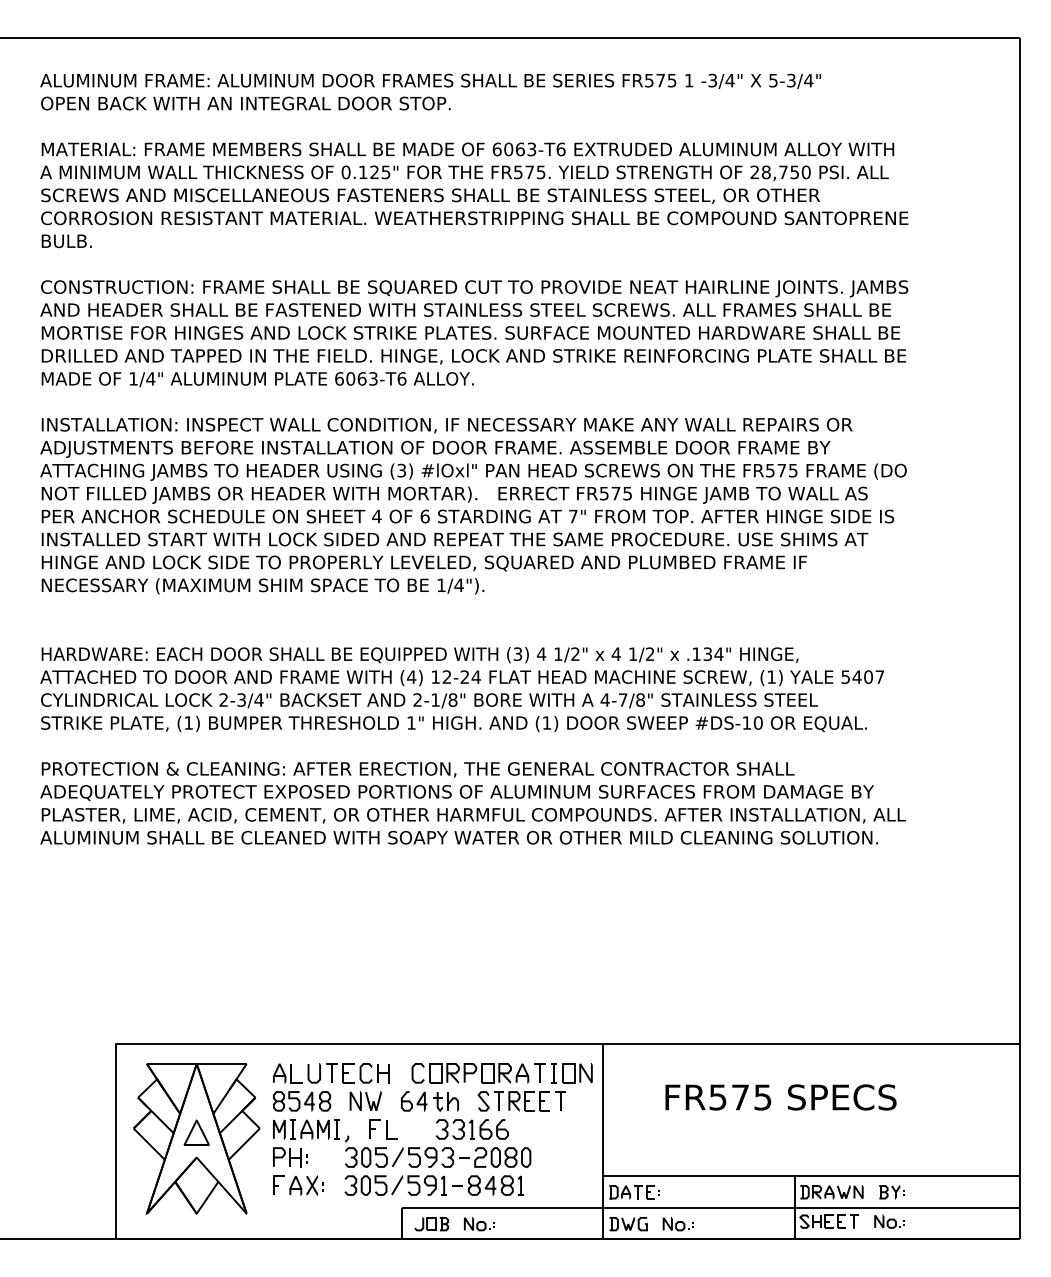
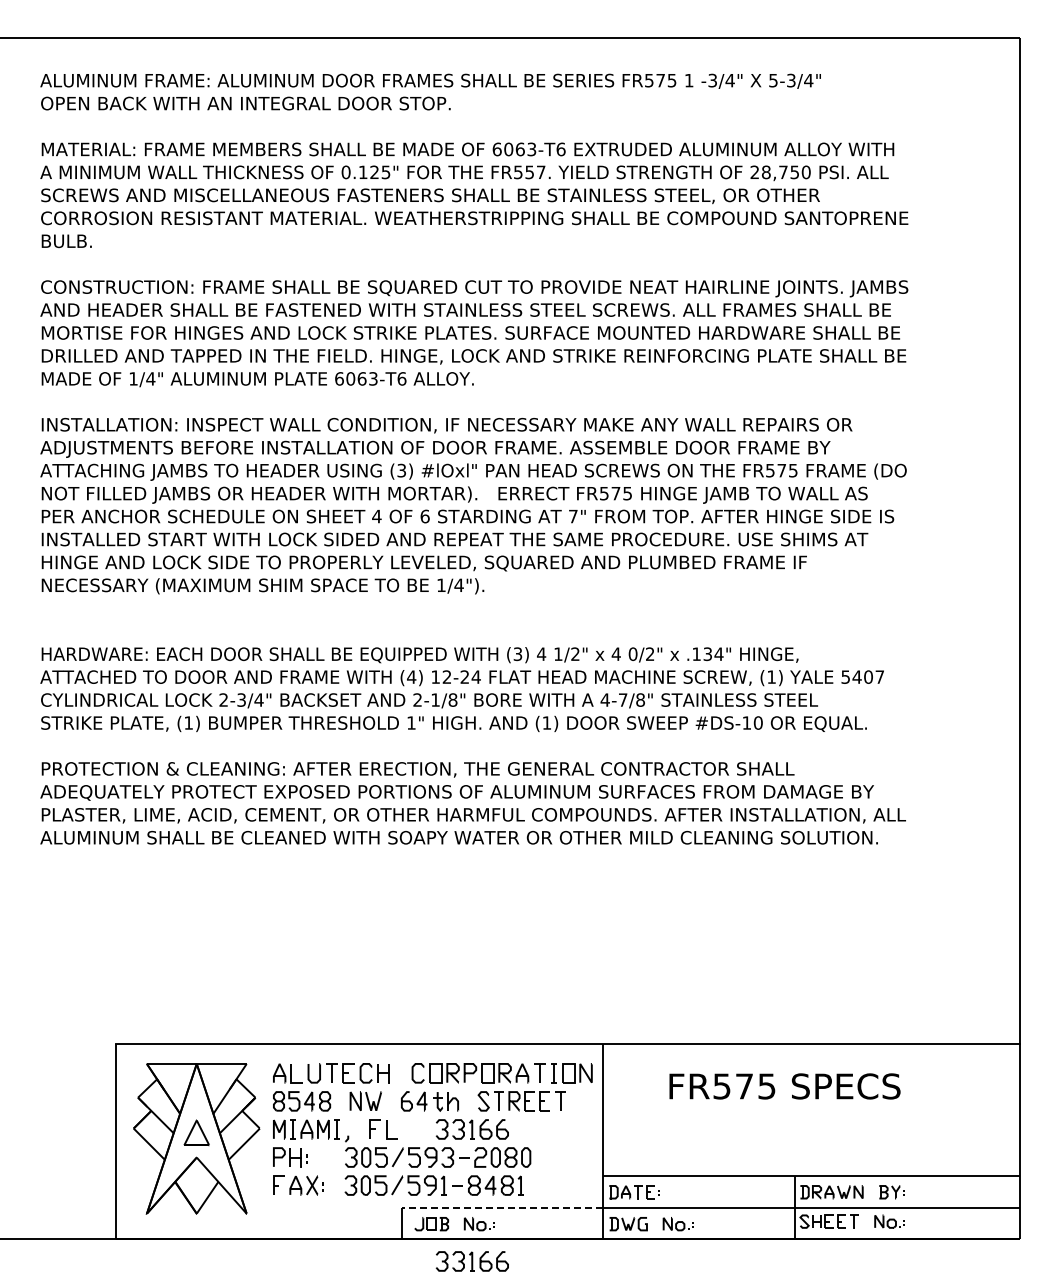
text at (535, 172): FR575. -> FR557.
text at (632, 654): 1/2" -> 0/2"
text at (780, 1097) position: (780, 1097) -> (784, 1086)
line at (501, 1207): solid -> dashed
part at (471, 1261): none -> present
